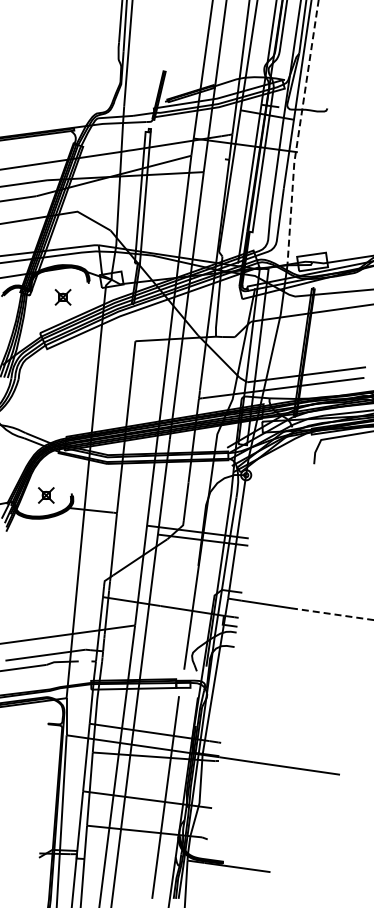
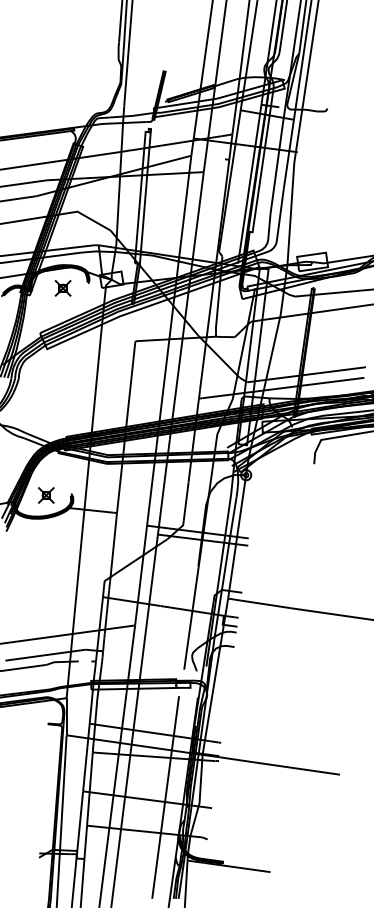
line at (298, 133): dashed -> solid
part at (62, 297) position: (62, 297) -> (62, 288)
line at (332, 614): dashed -> solid
